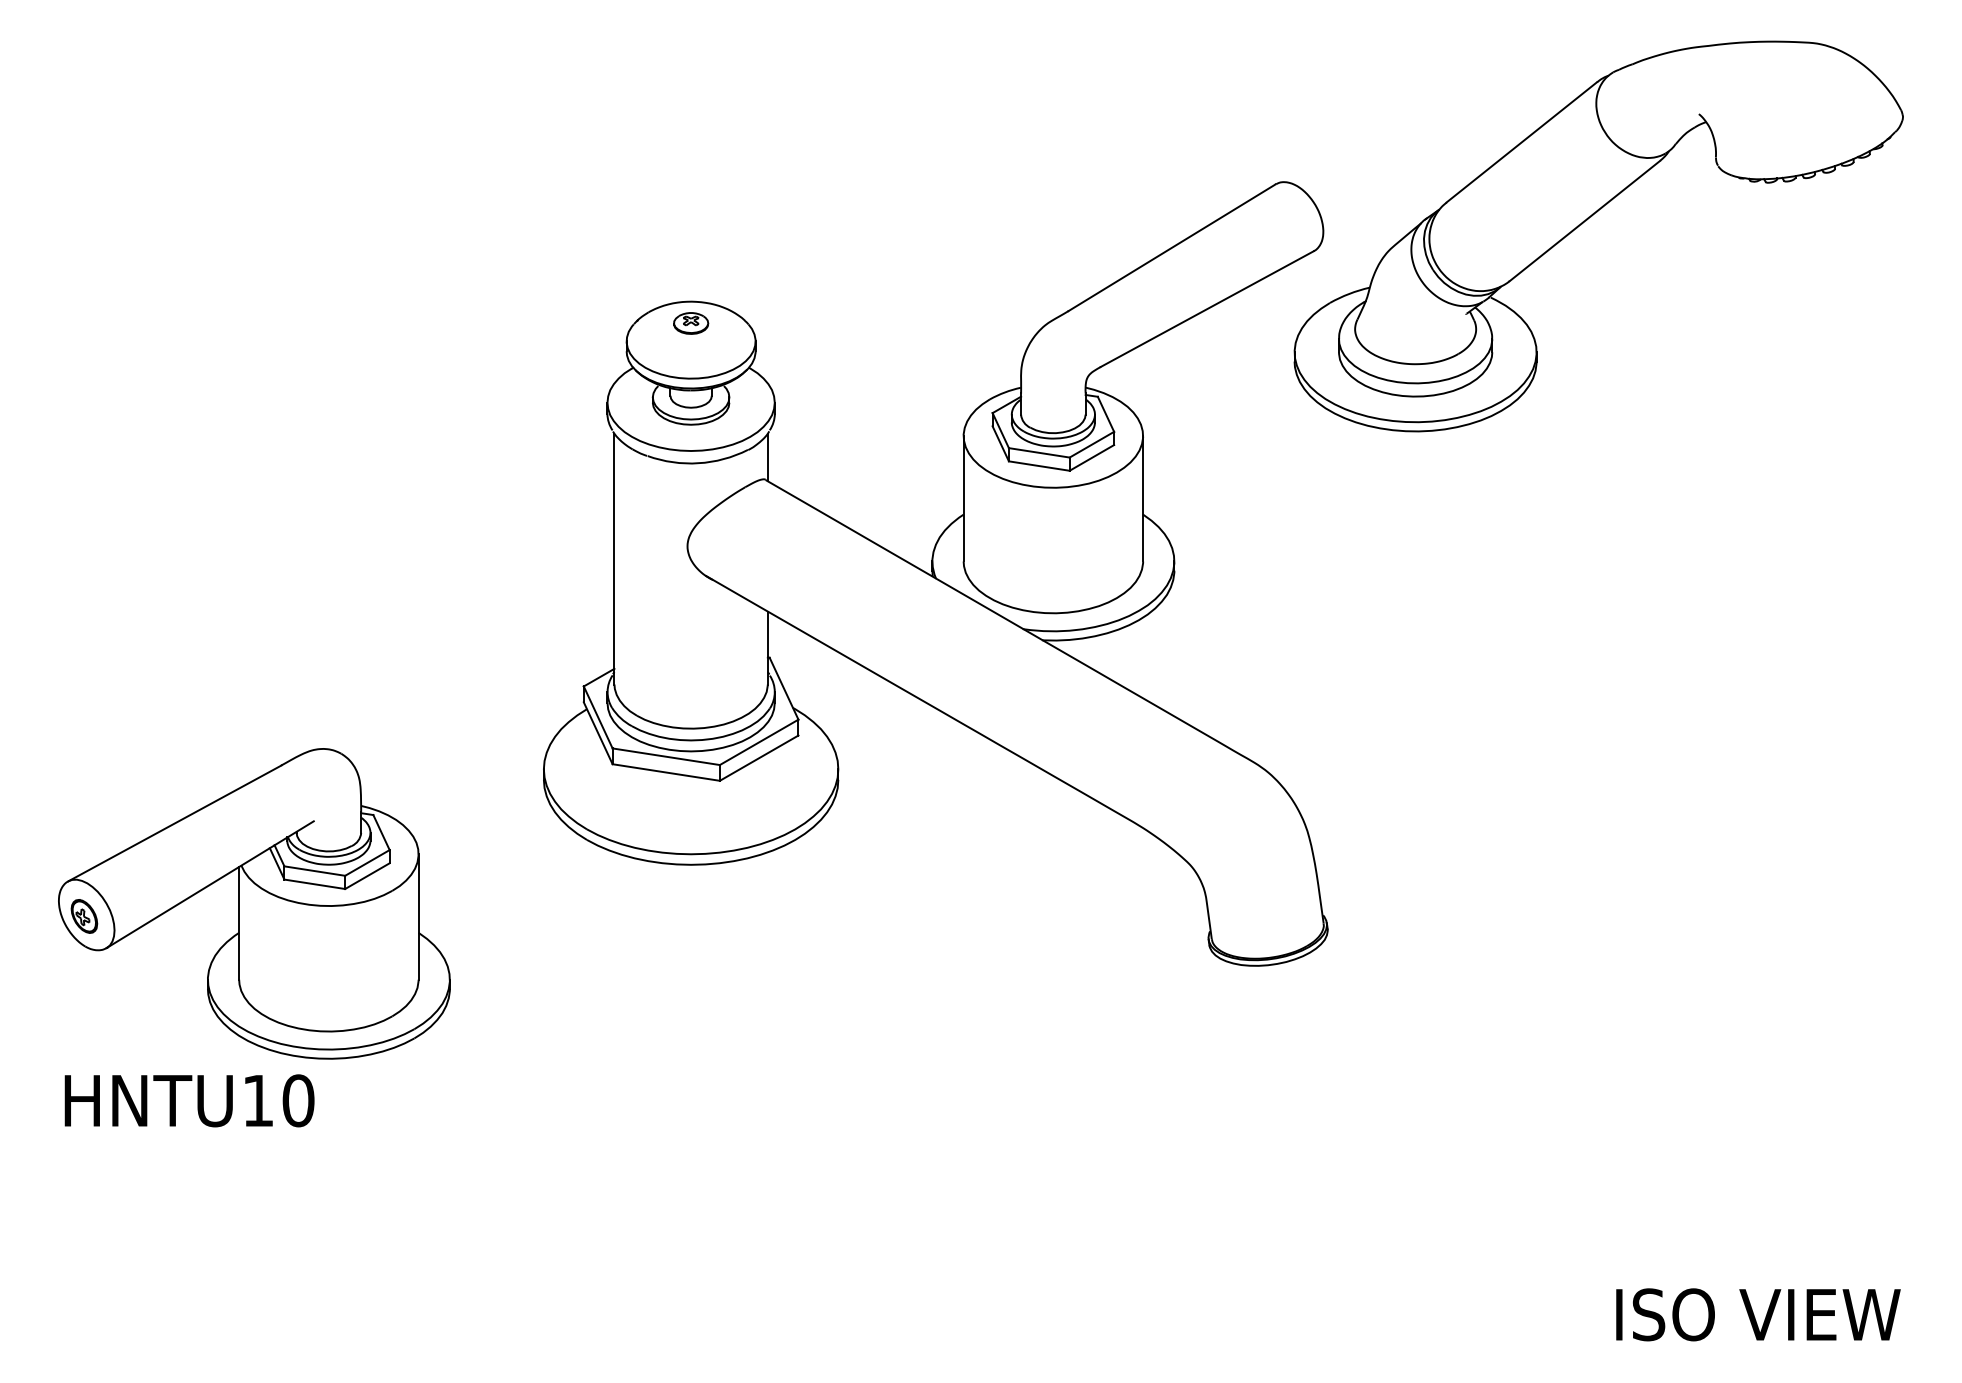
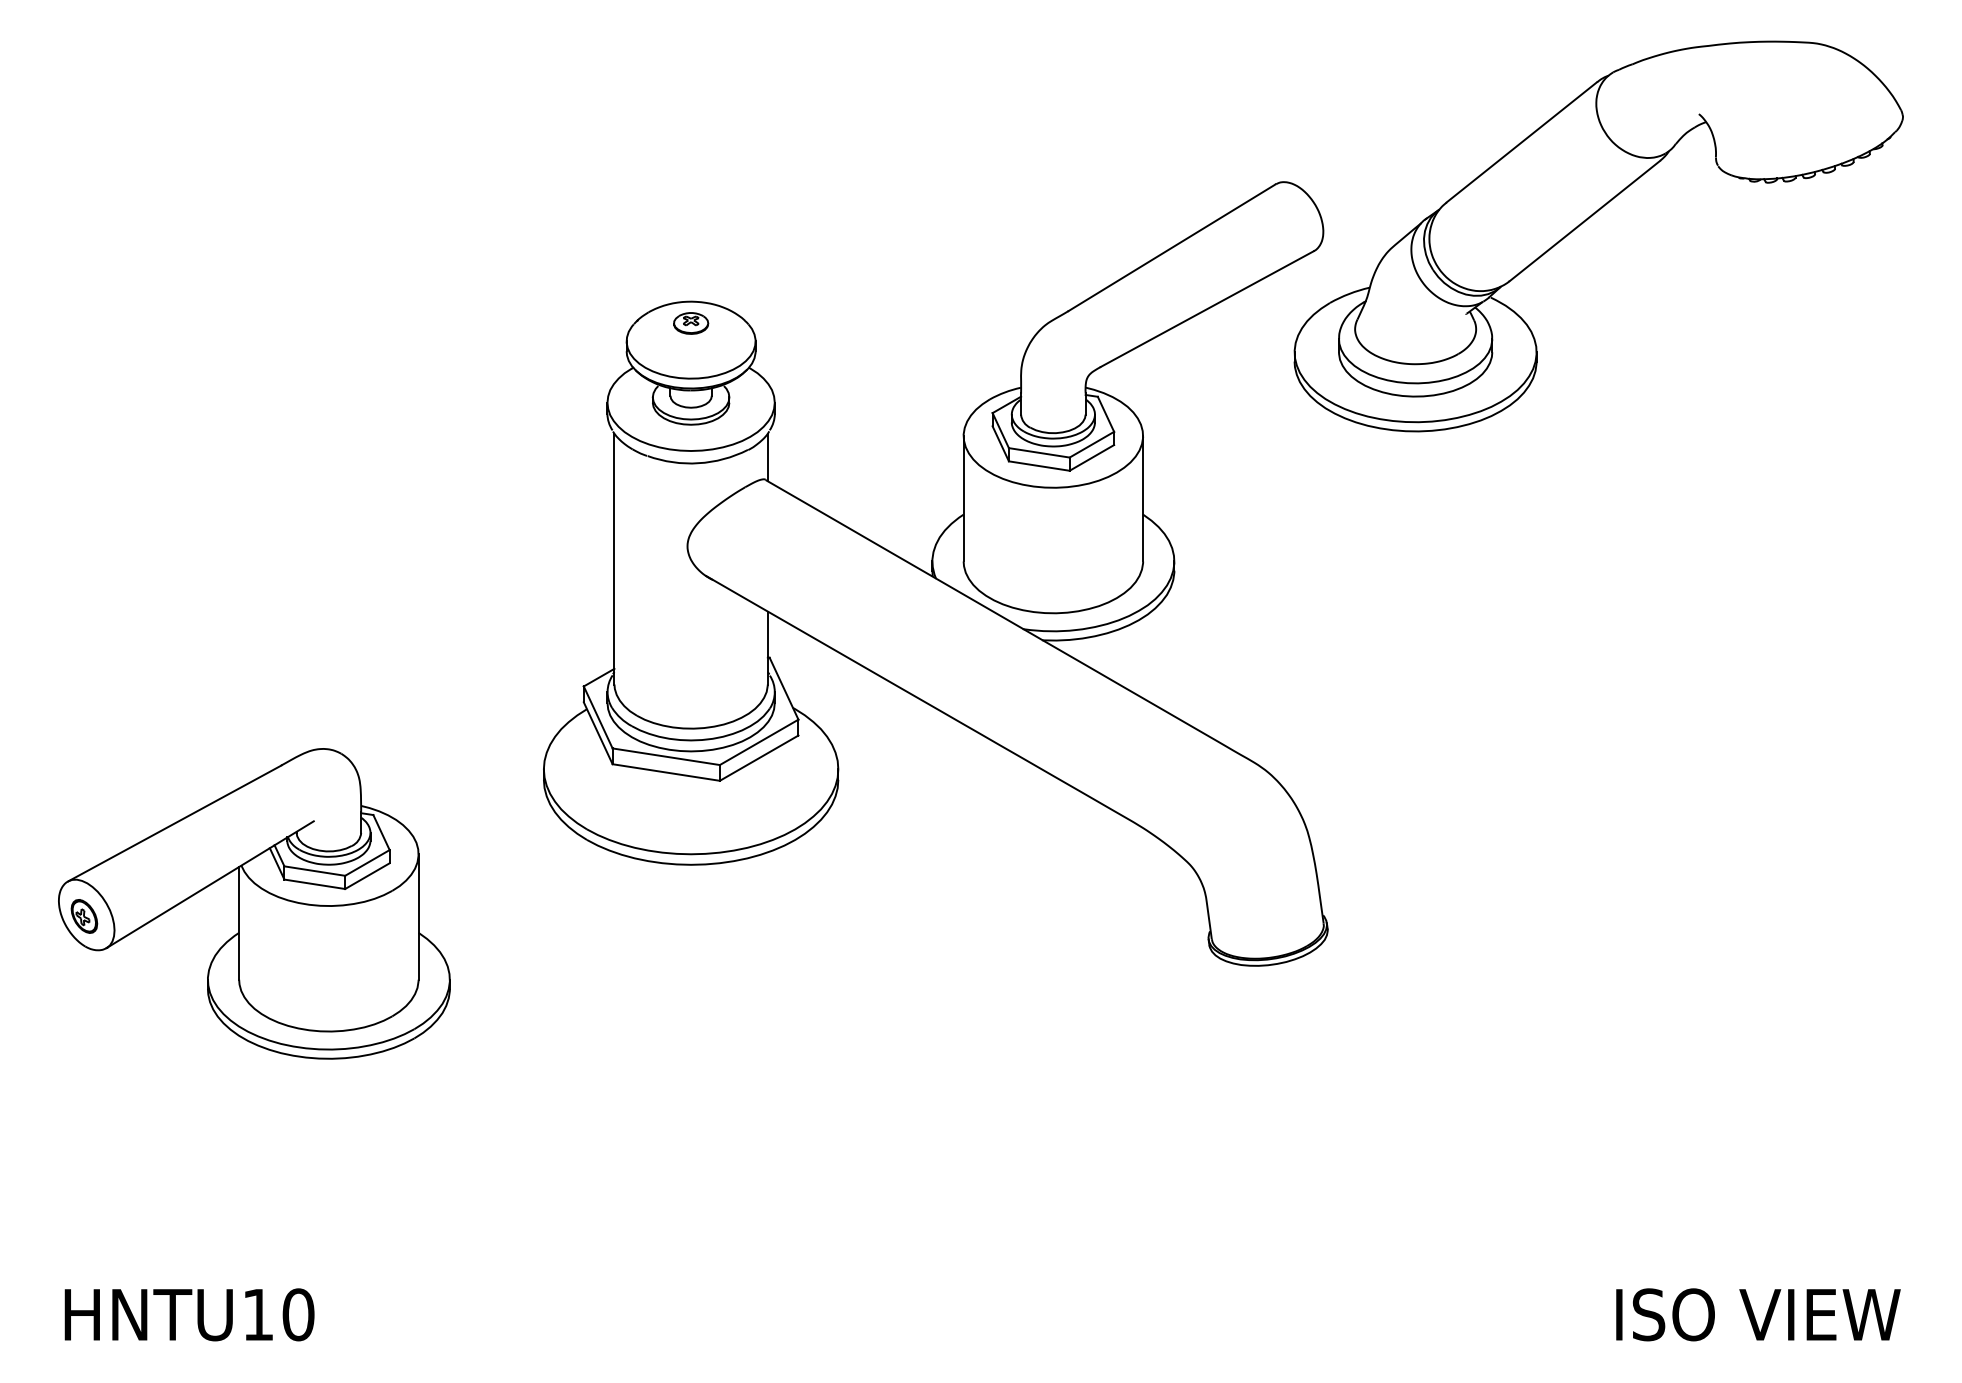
text at (189, 1100) position: (189, 1100) -> (189, 1314)
